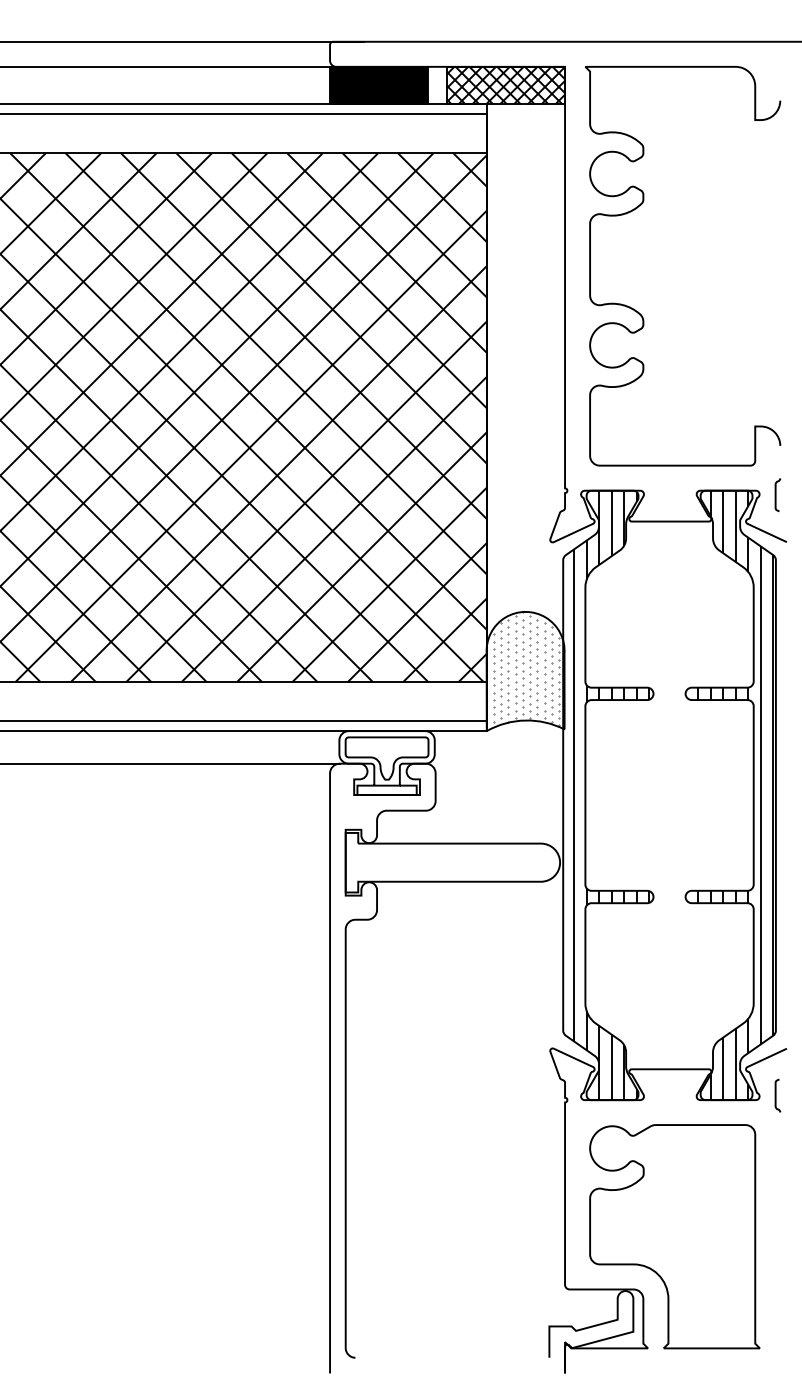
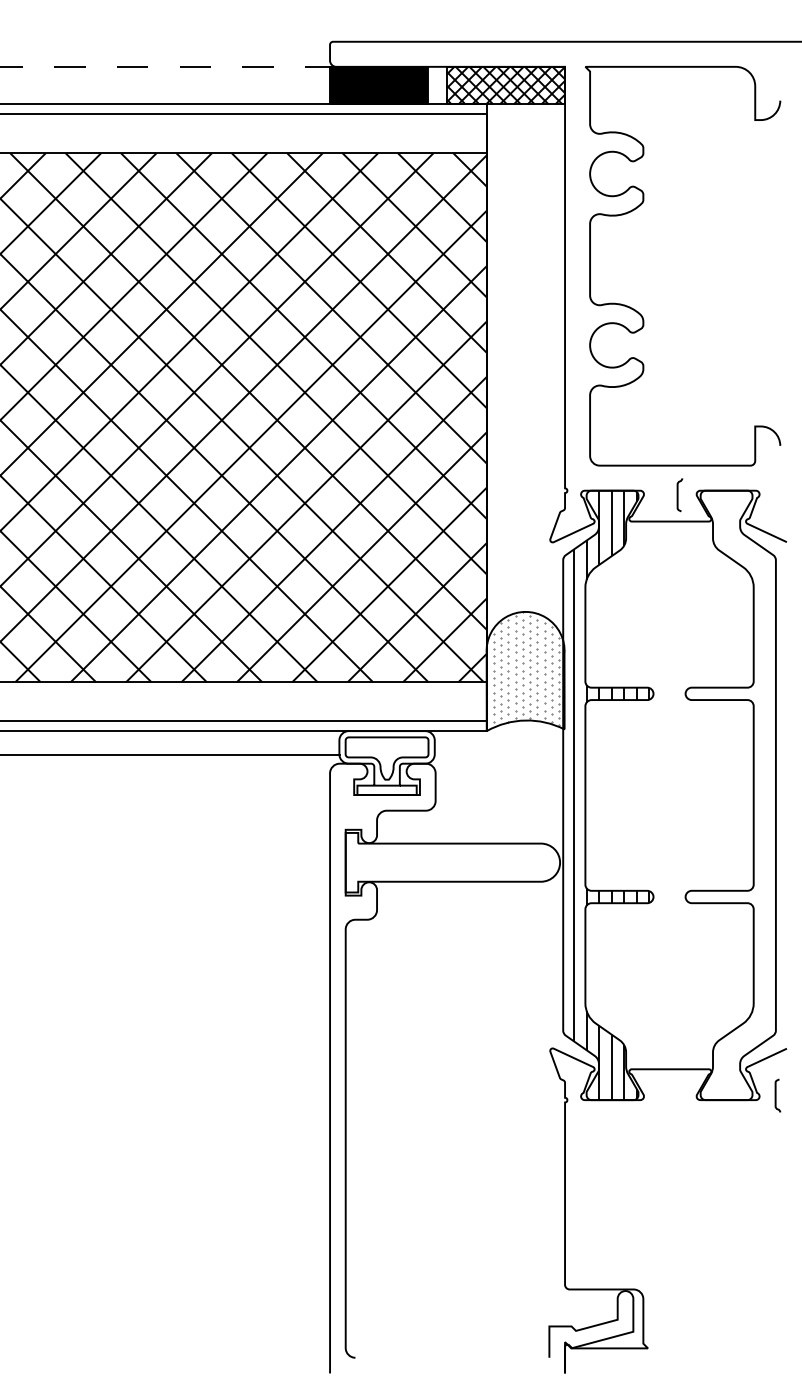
line at (182, 41): present -> none
line at (168, 66): solid -> dashed
curve at (776, 495) position: (776, 495) -> (678, 495)
line at (170, 763) position: (170, 763) -> (170, 754)
hatch at (735, 795): present -> none
part at (674, 1236): present -> none
